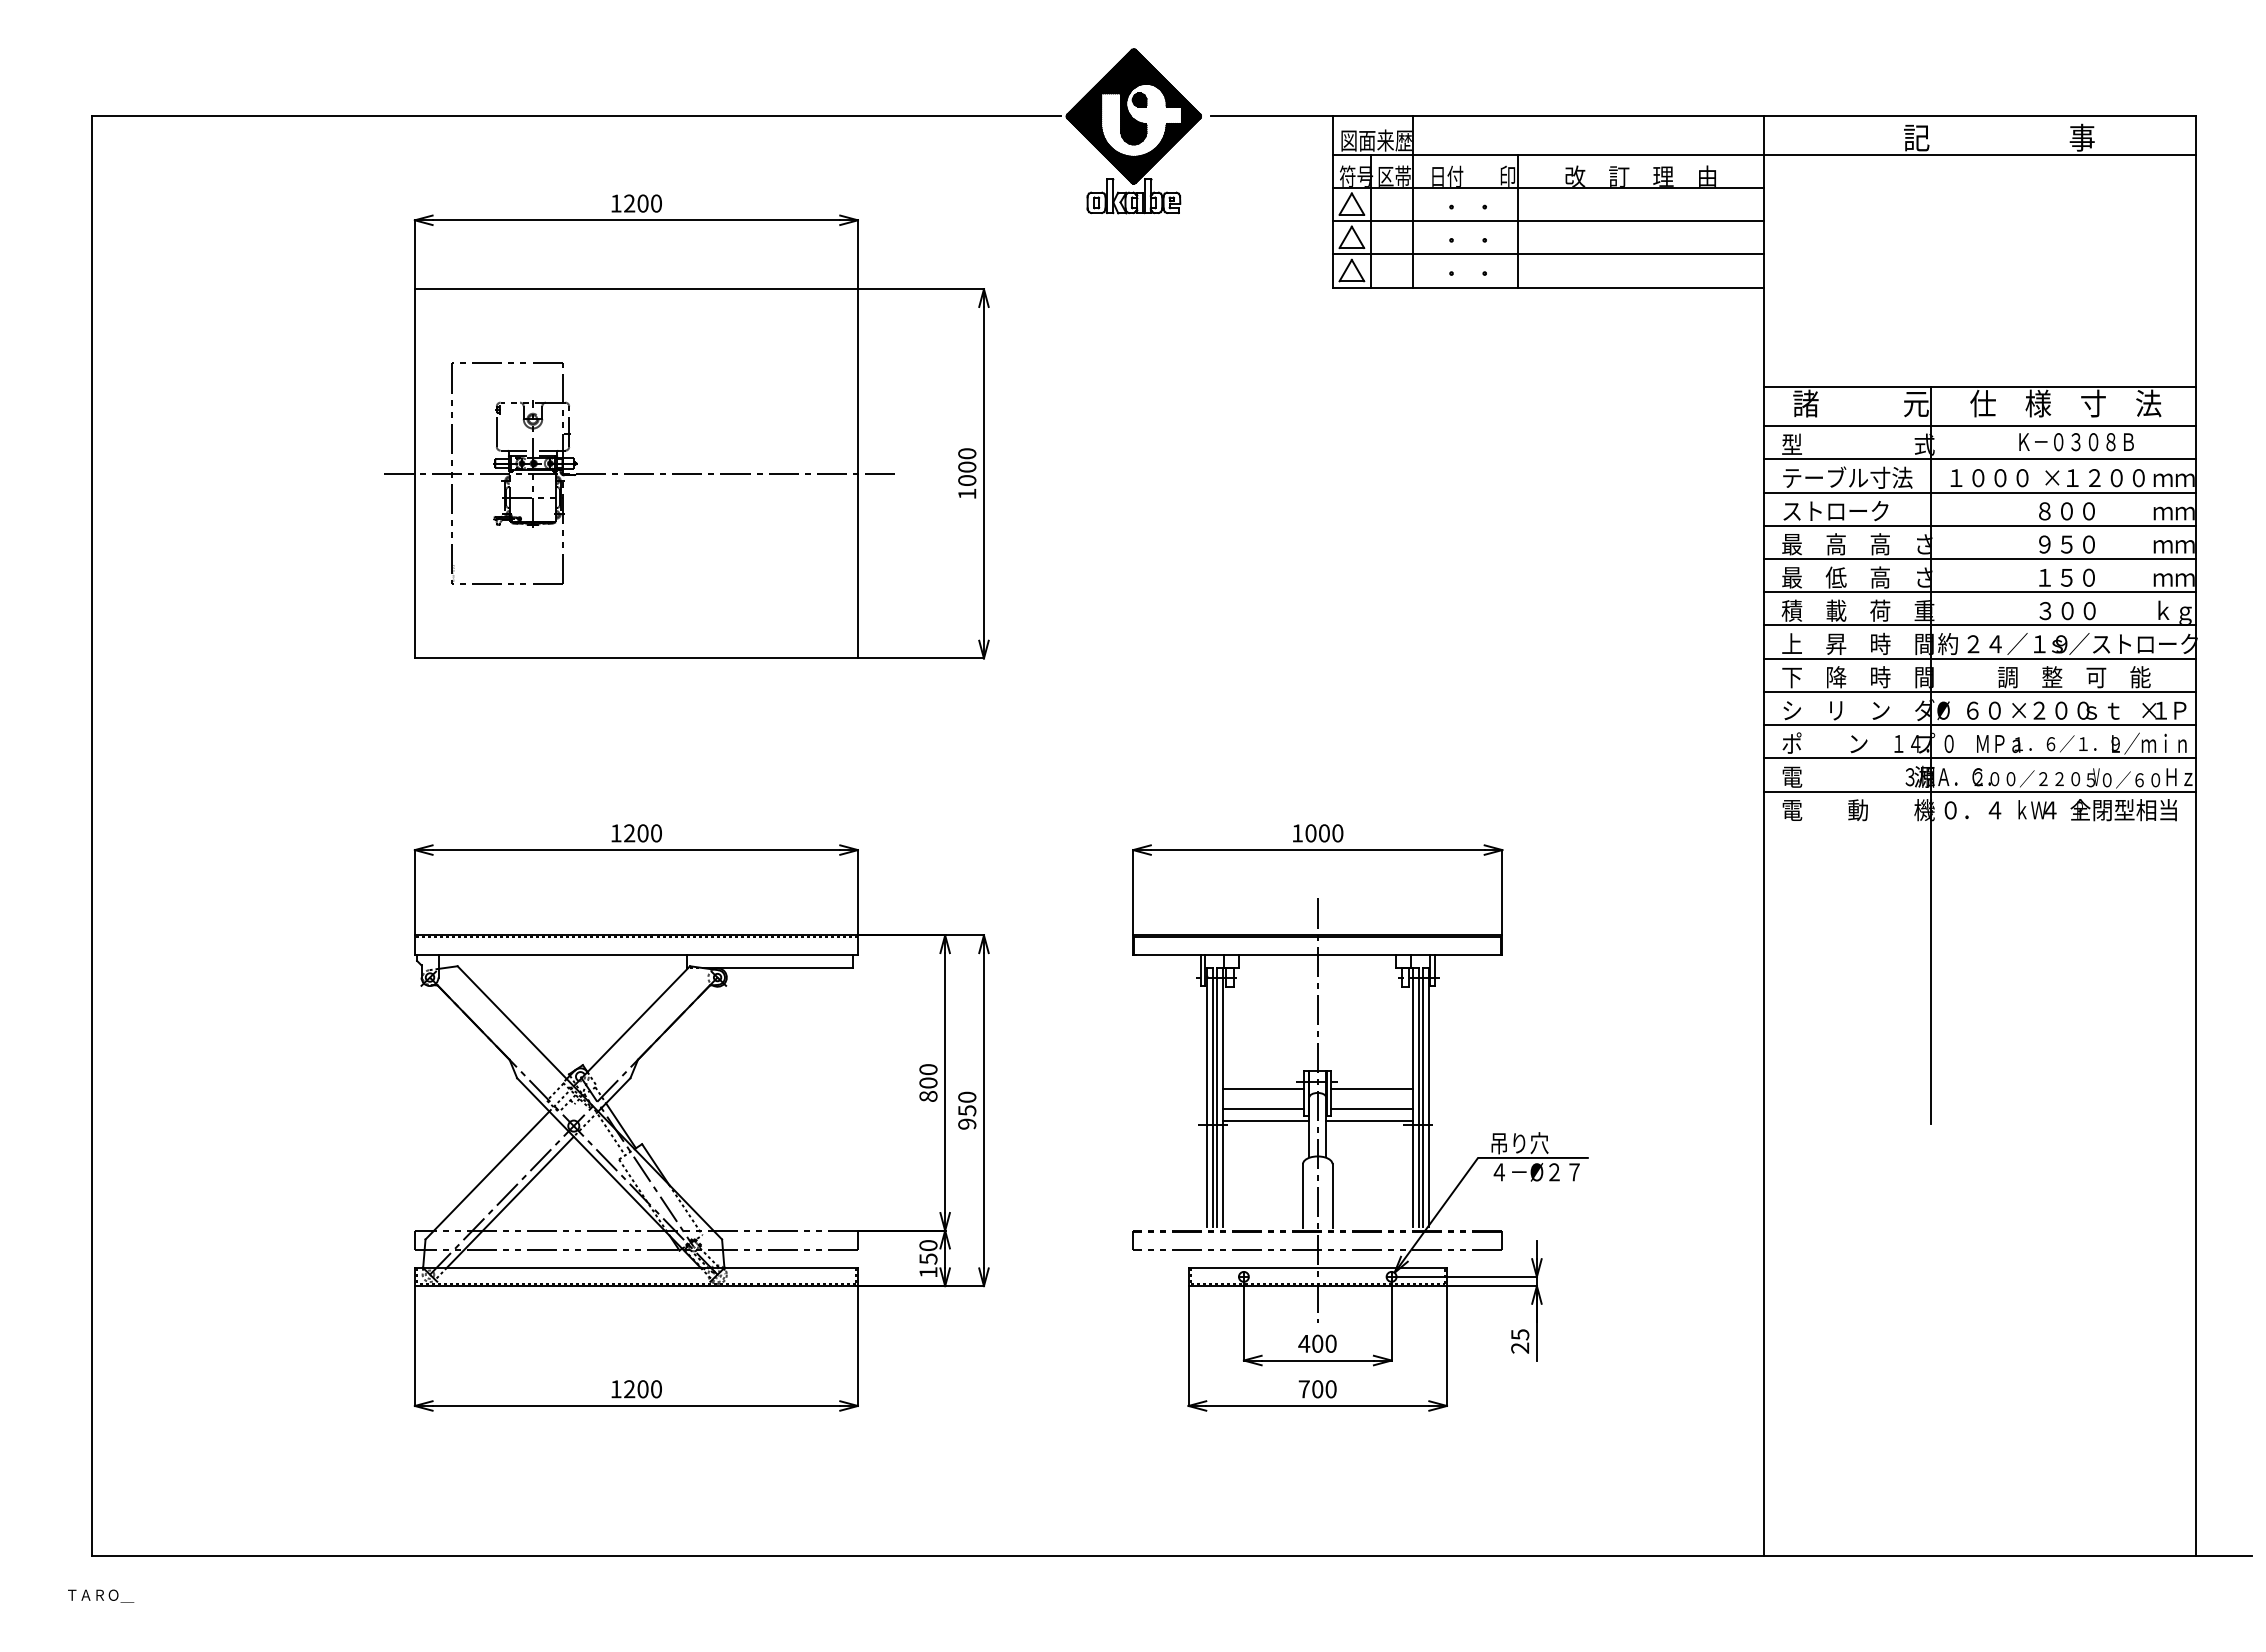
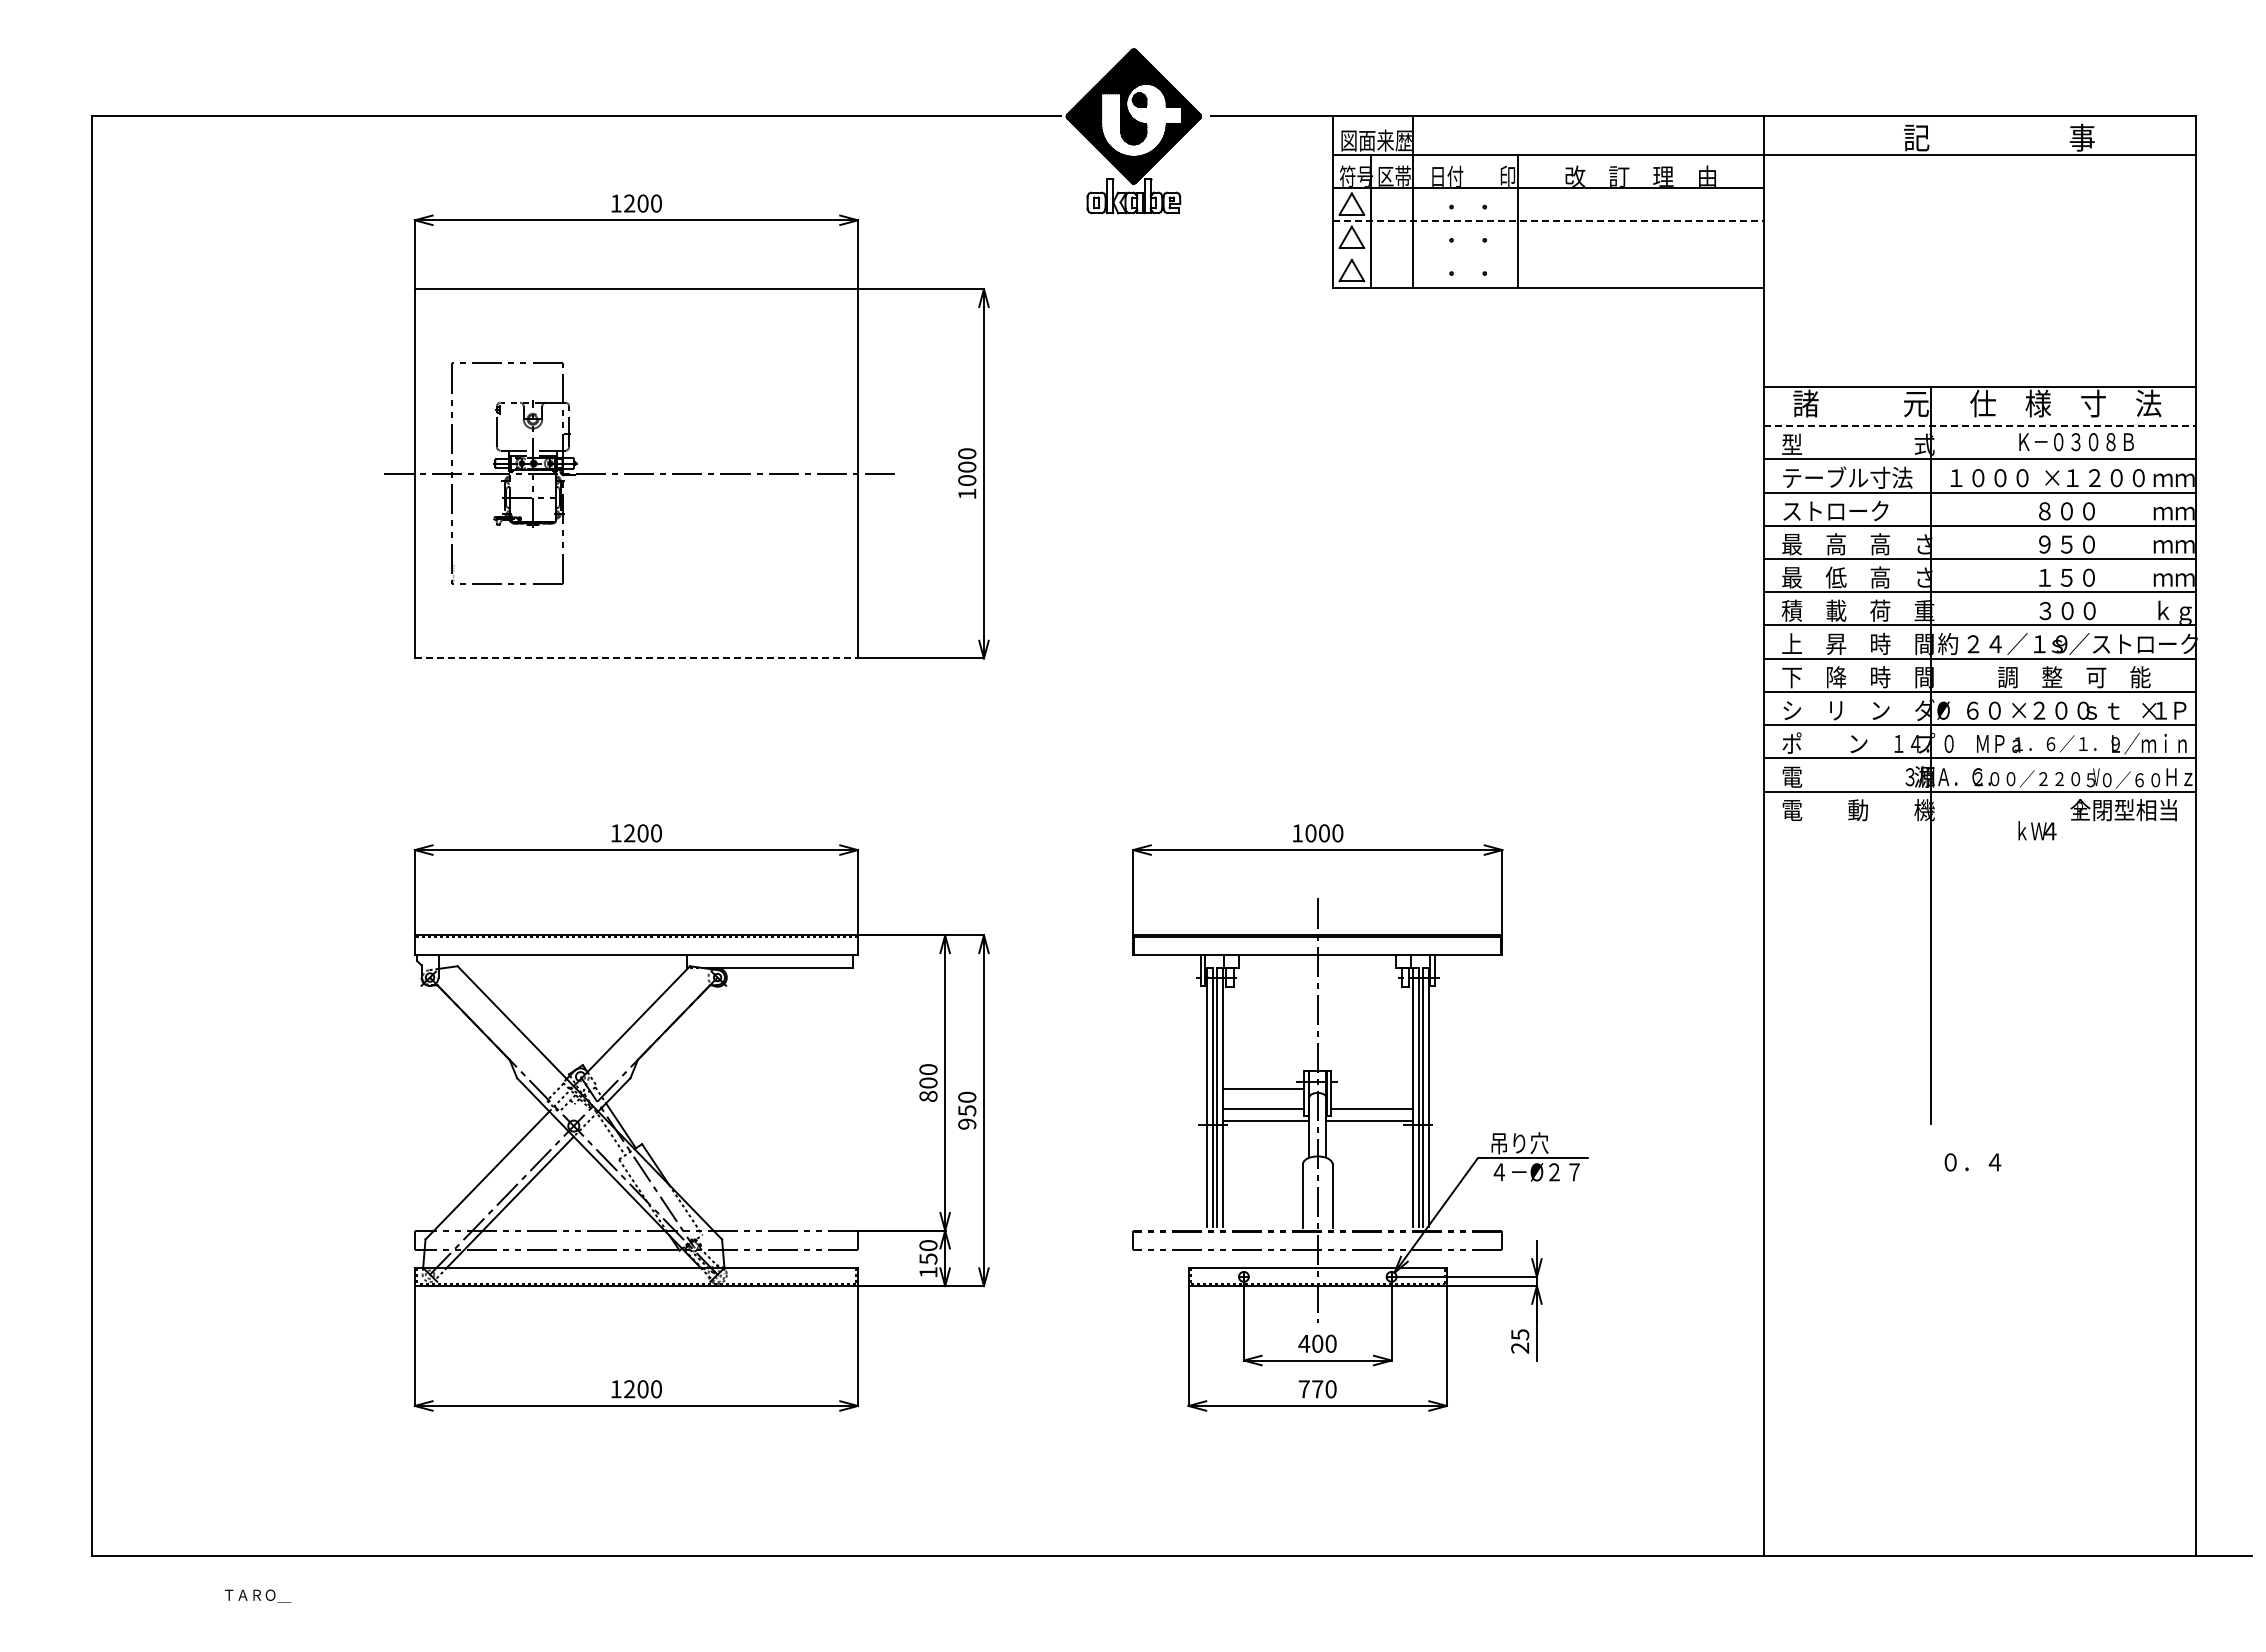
line at (1548, 221): solid -> dashed
line at (1548, 254): present -> none
line at (1980, 426): solid -> dashed
line at (636, 658): solid -> dashed
text at (2037, 809) position: (2037, 809) -> (2037, 830)
text at (1972, 810) position: (1972, 810) -> (1972, 1162)
line at (1372, 1089): present -> none
text at (1317, 1389): 700 -> 770
text at (101, 1595) position: (101, 1595) -> (258, 1595)
